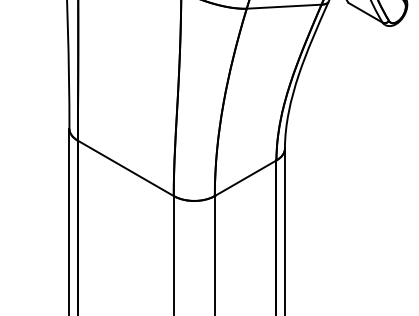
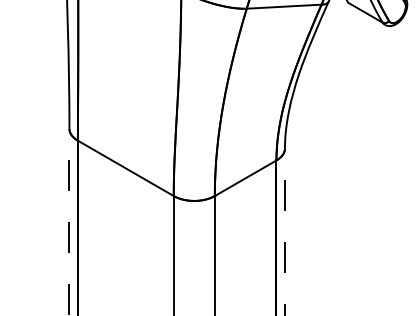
line at (69, 221): solid -> dashed
line at (284, 231): solid -> dashed
